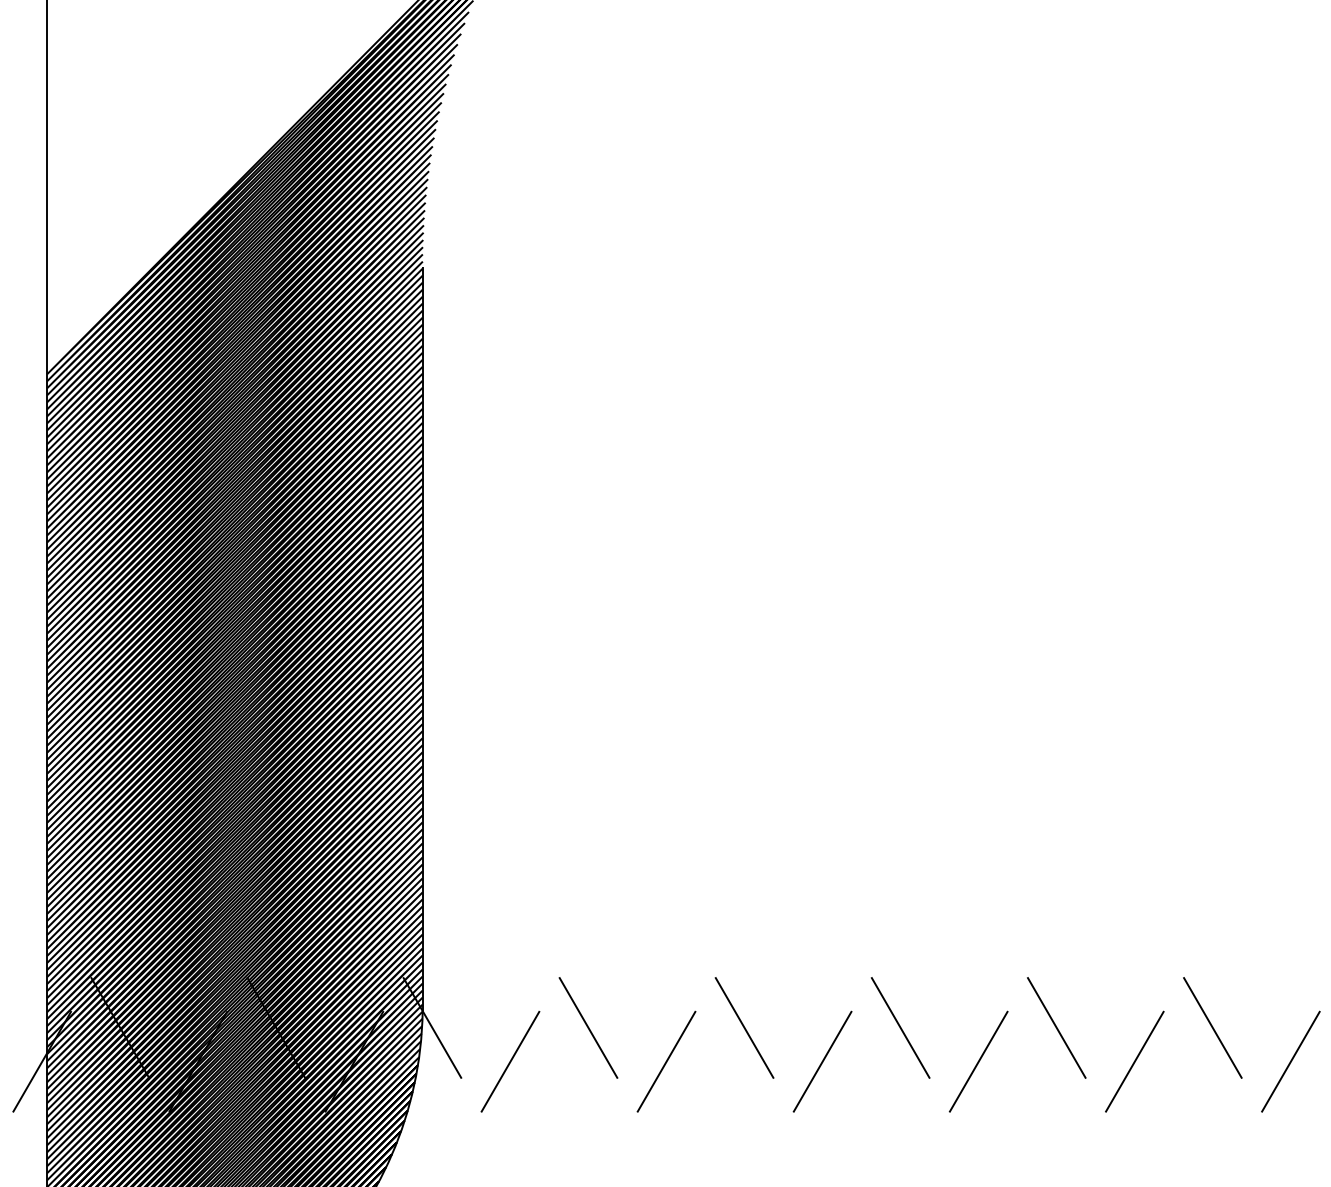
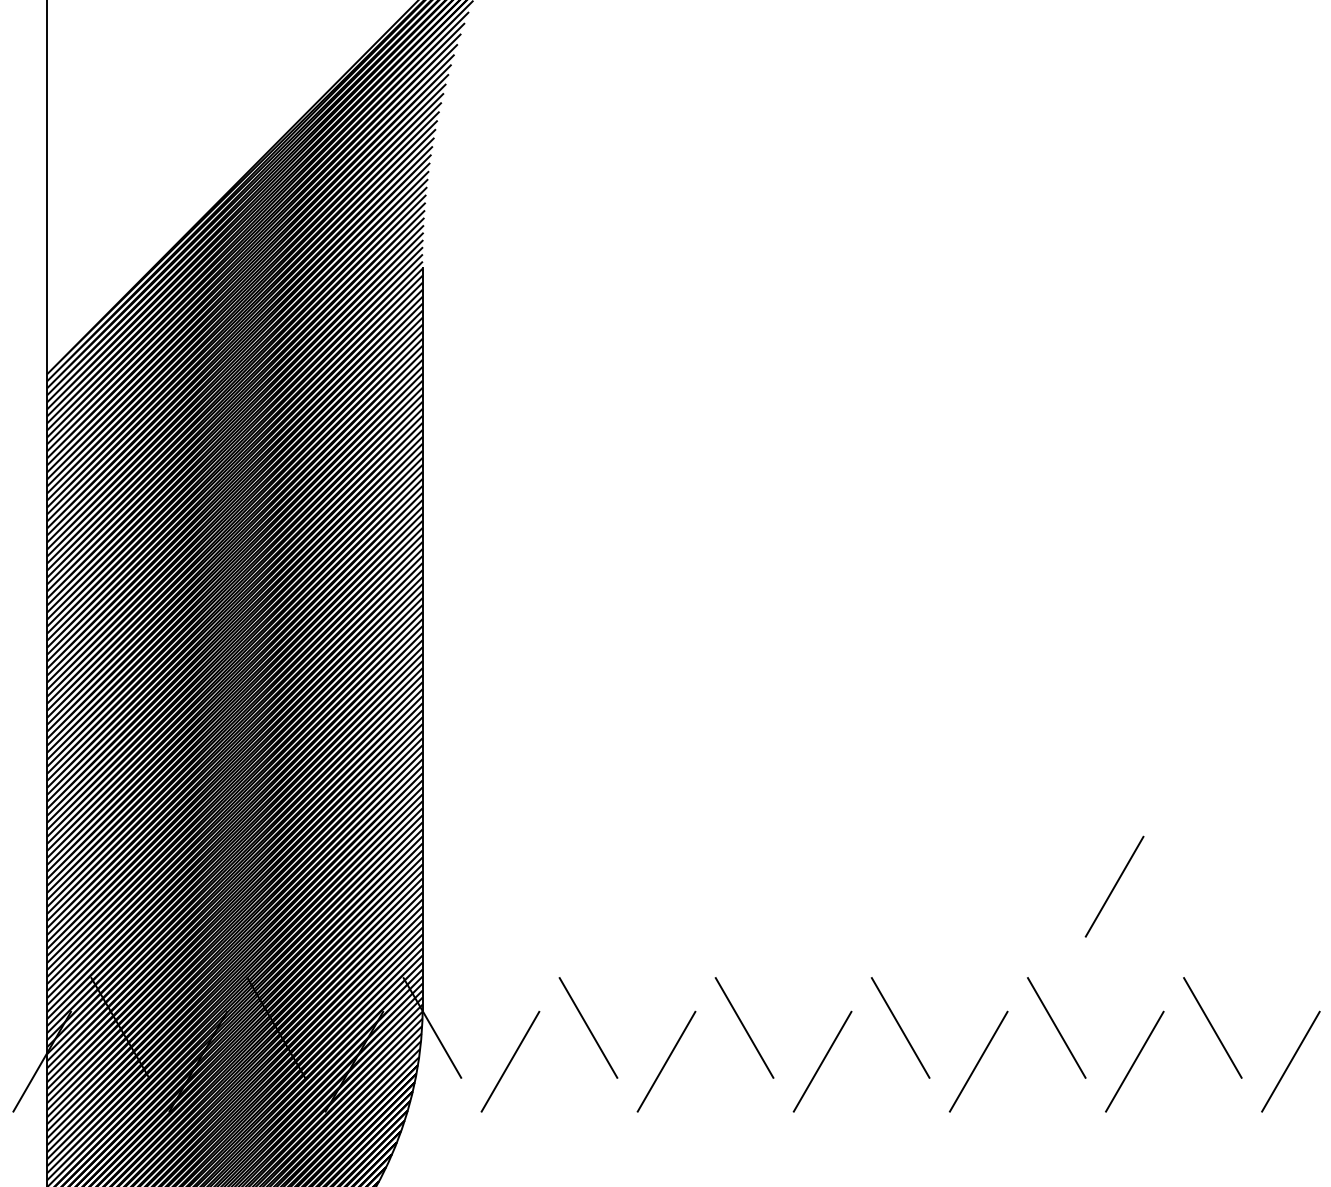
line at (1114, 886): none -> present
